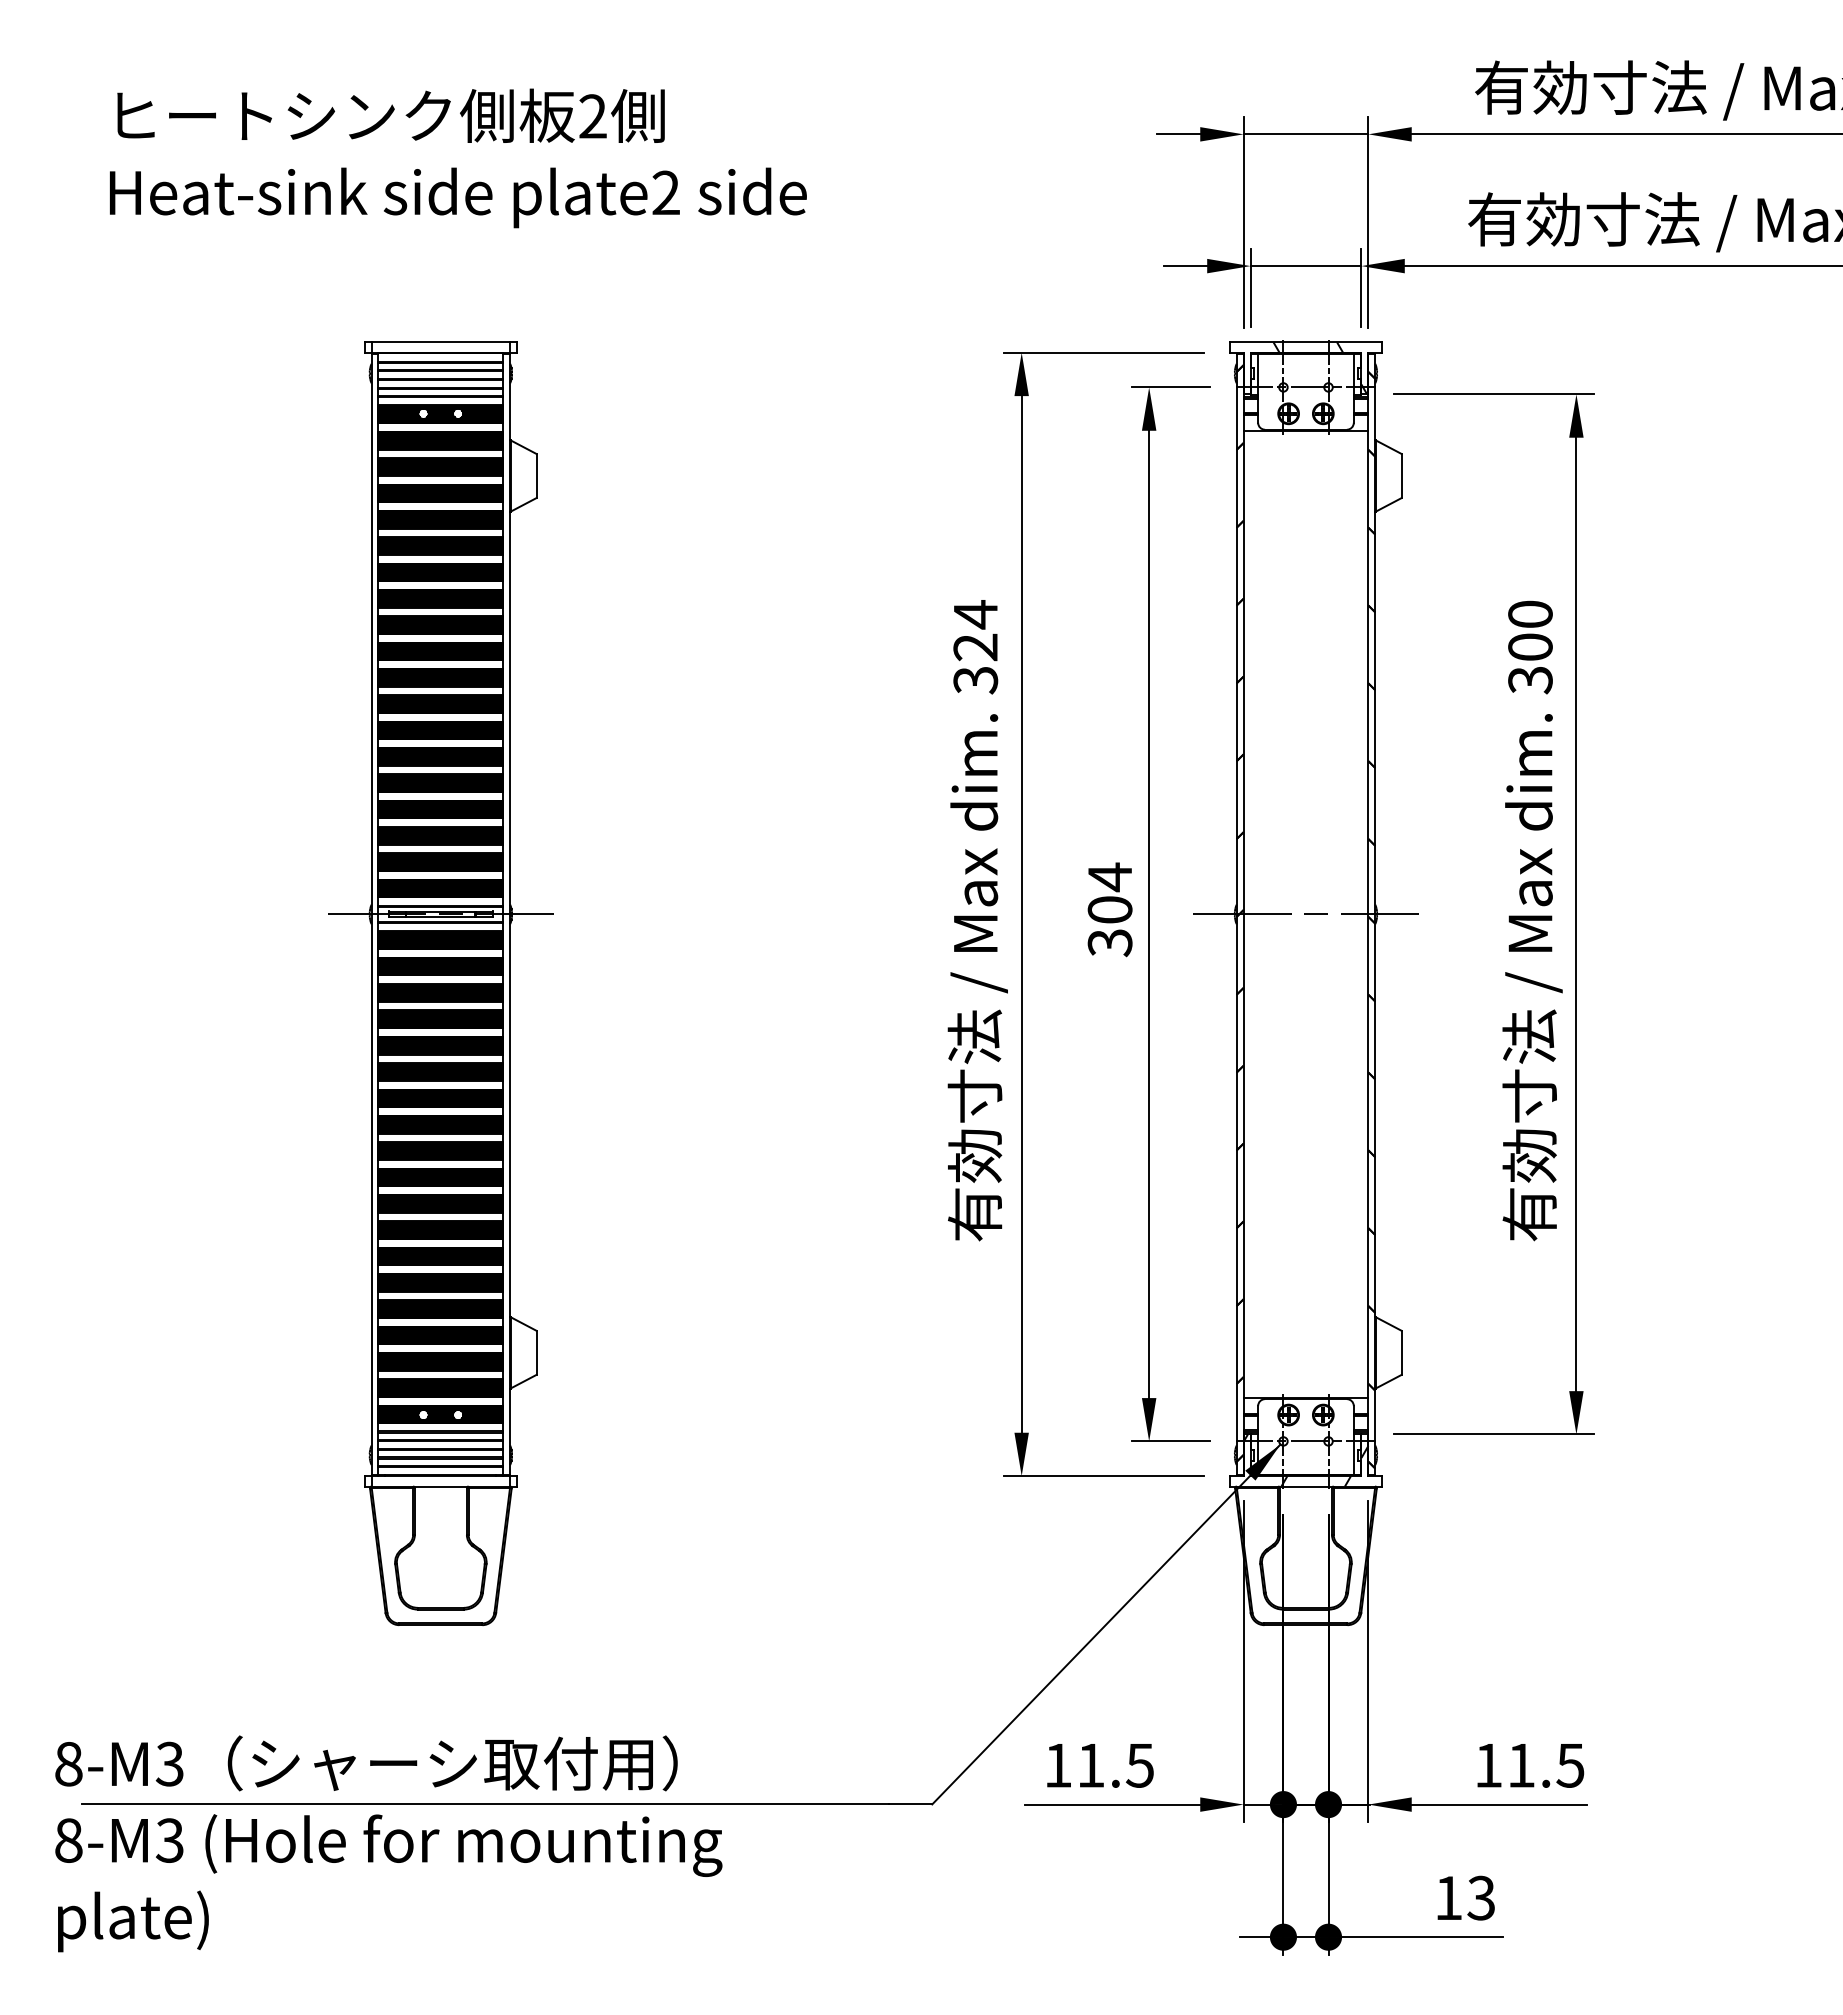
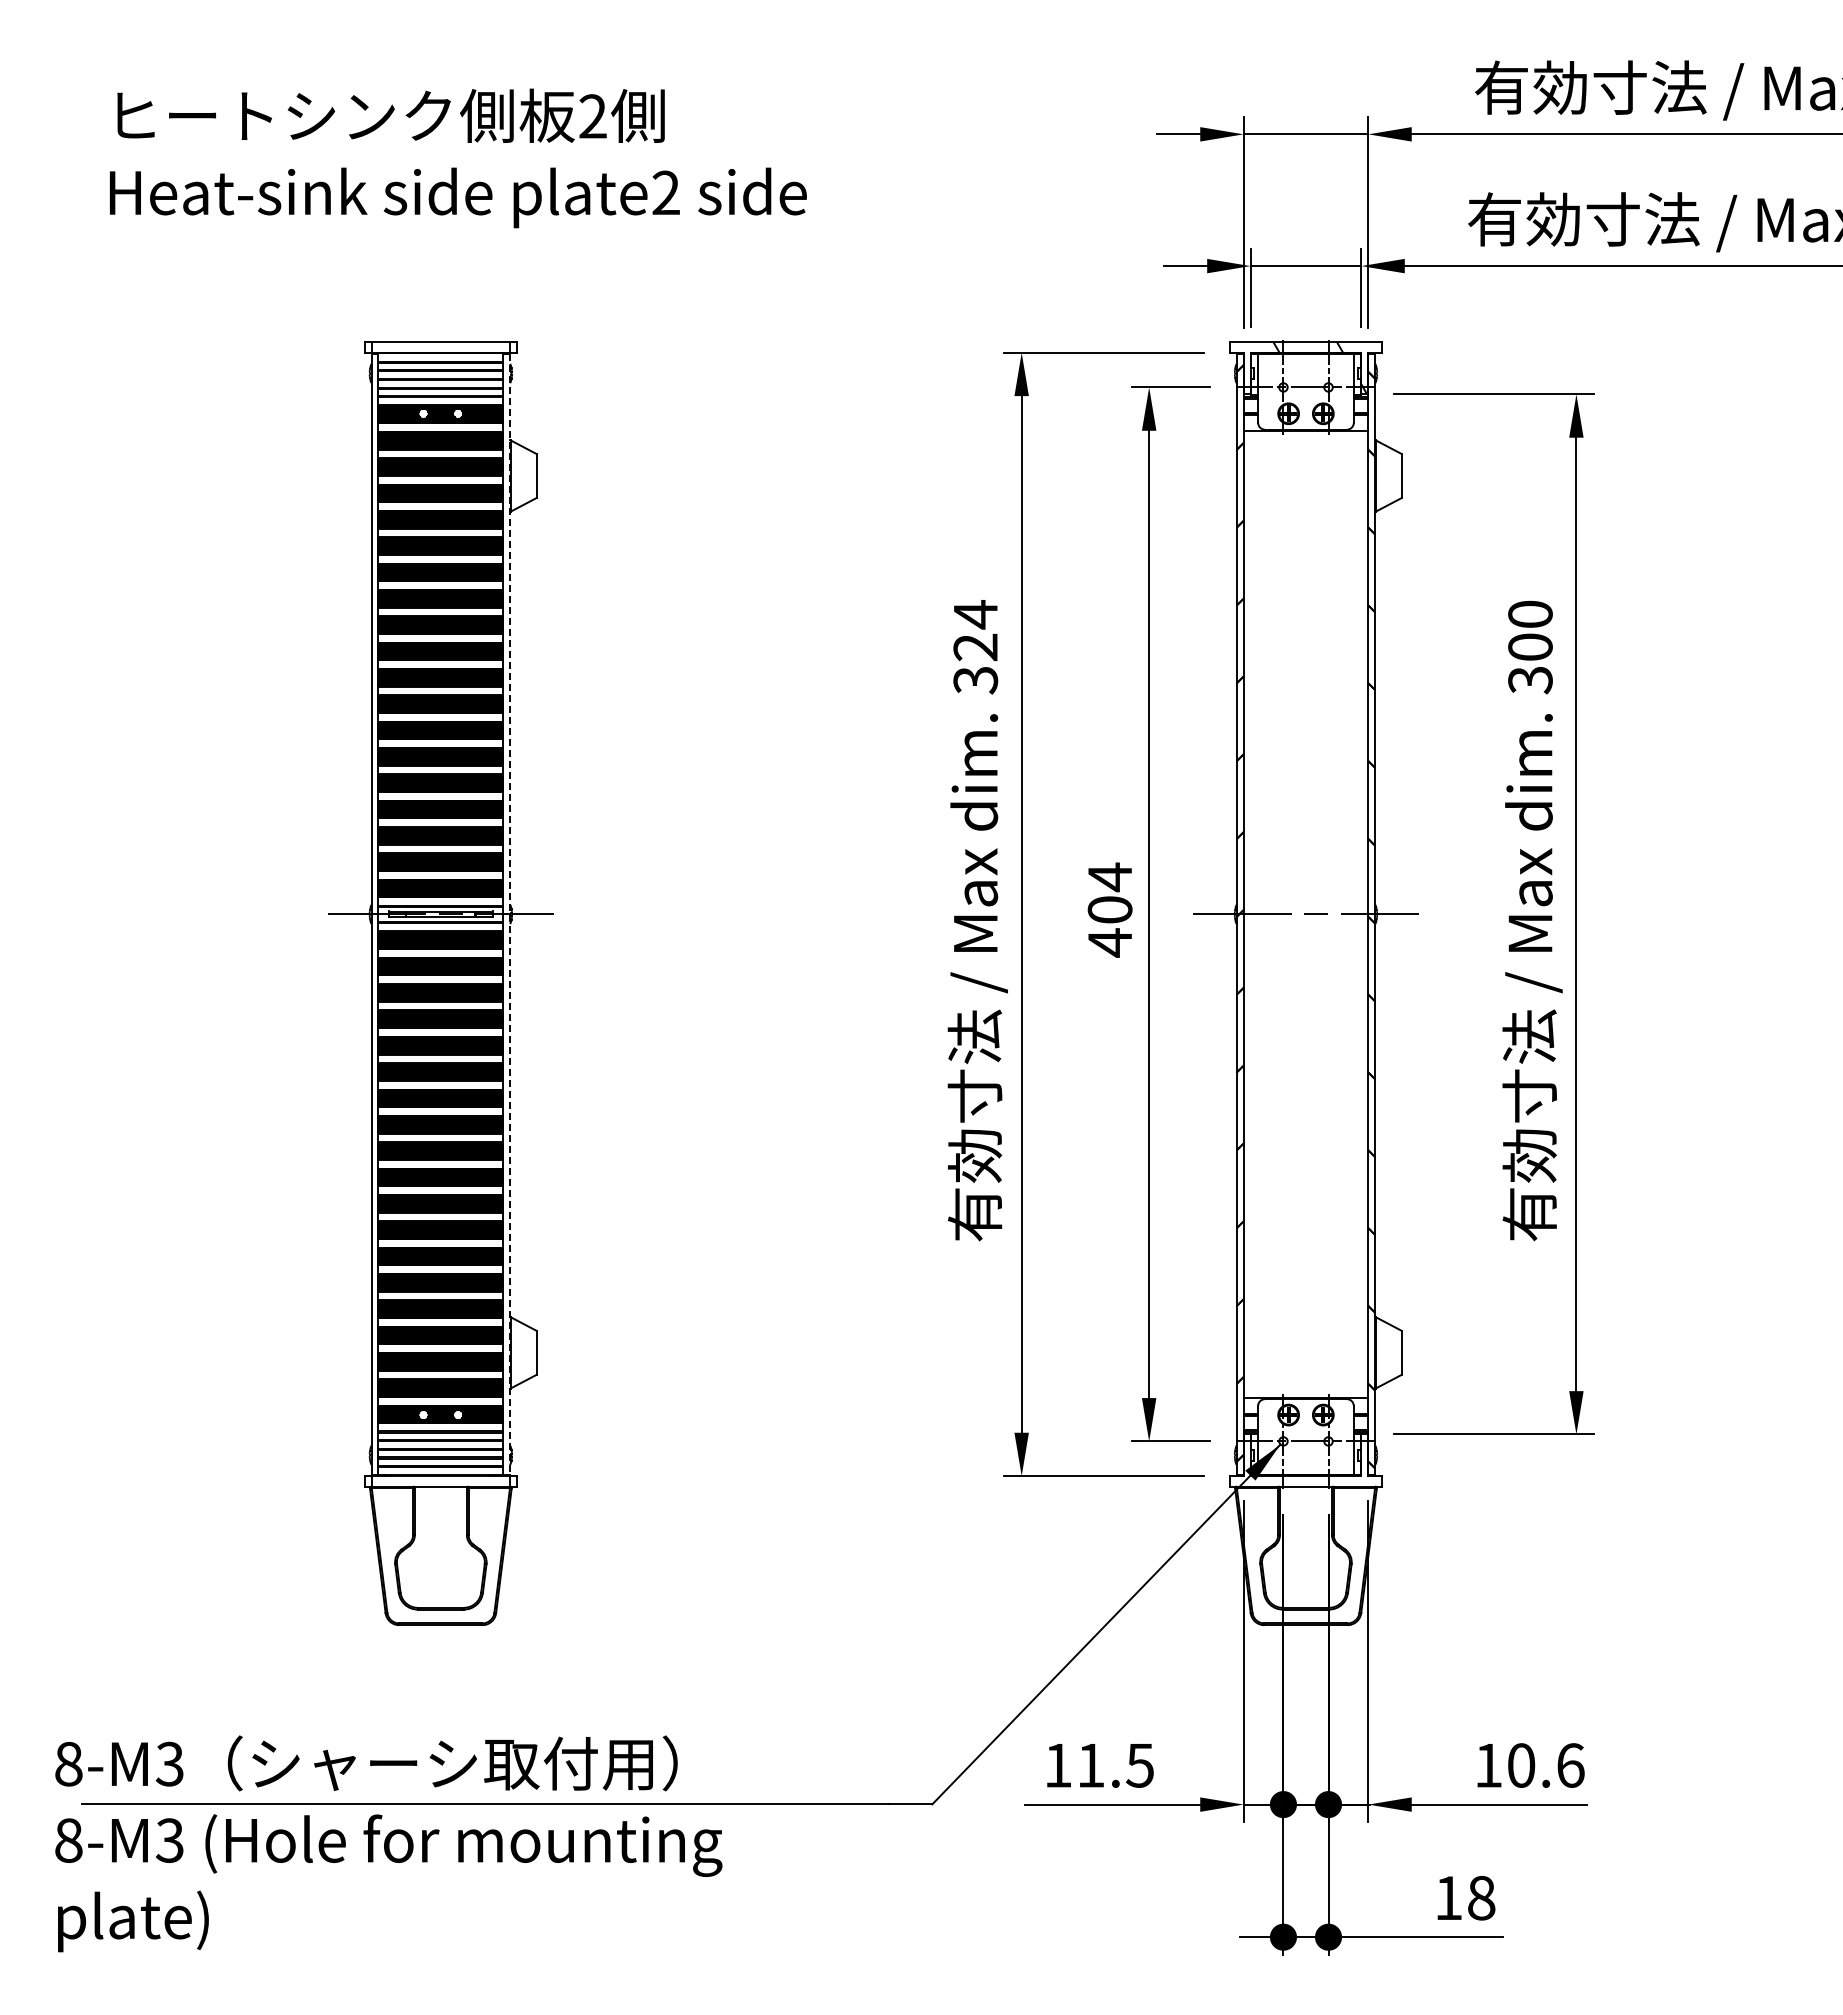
line at (510, 914): solid -> dashed
text at (1109, 942): 304 -> 404
hatch at (1305, 1460): present -> none
text at (1546, 1765): 11.5 -> 10.6
text at (1481, 1897): 13 -> 18
